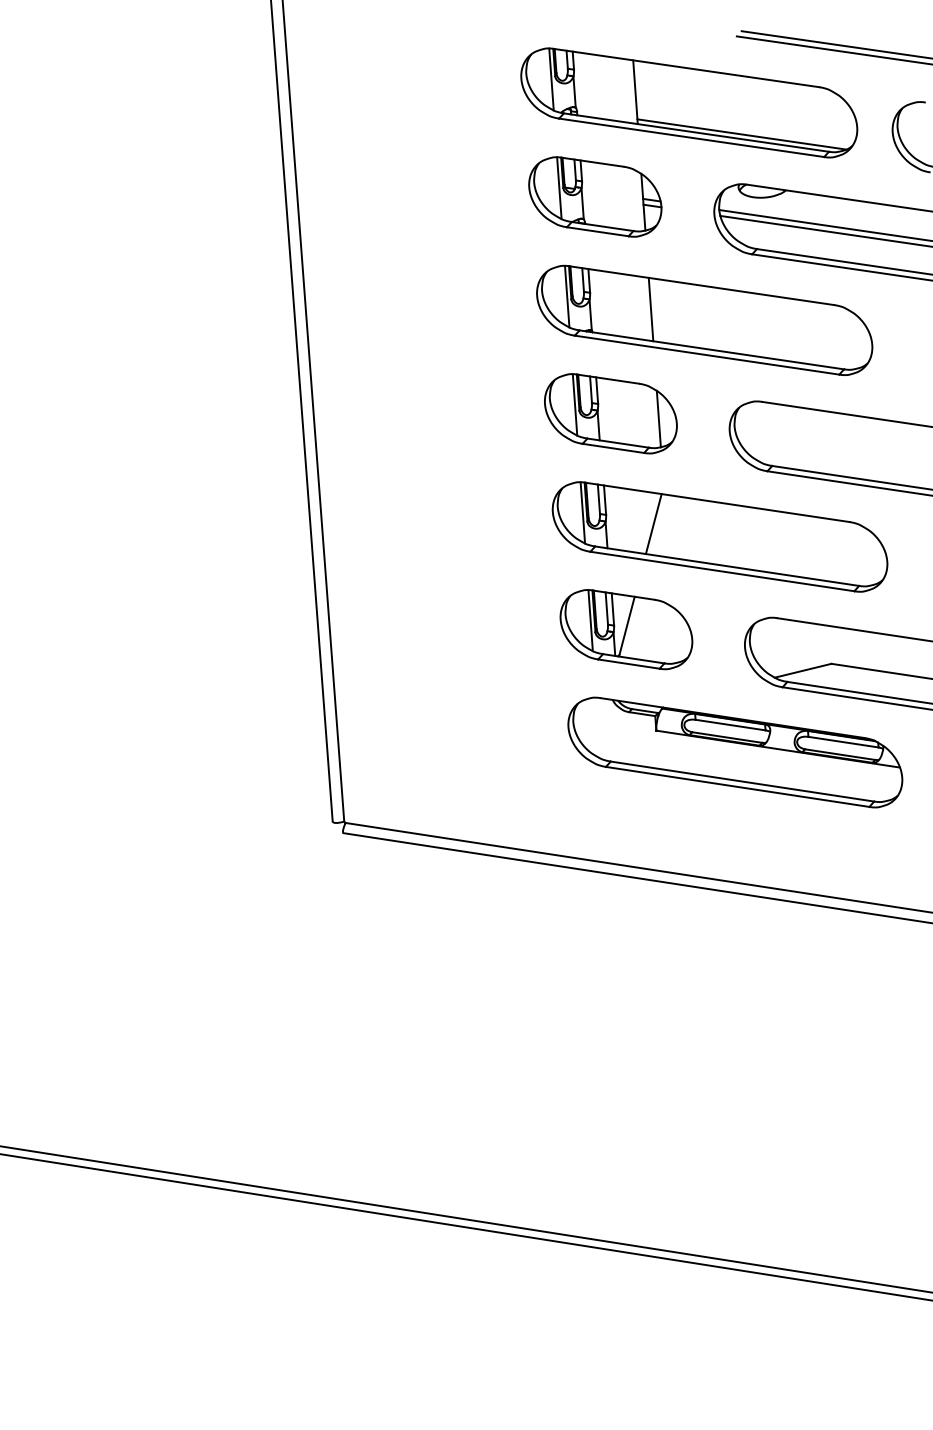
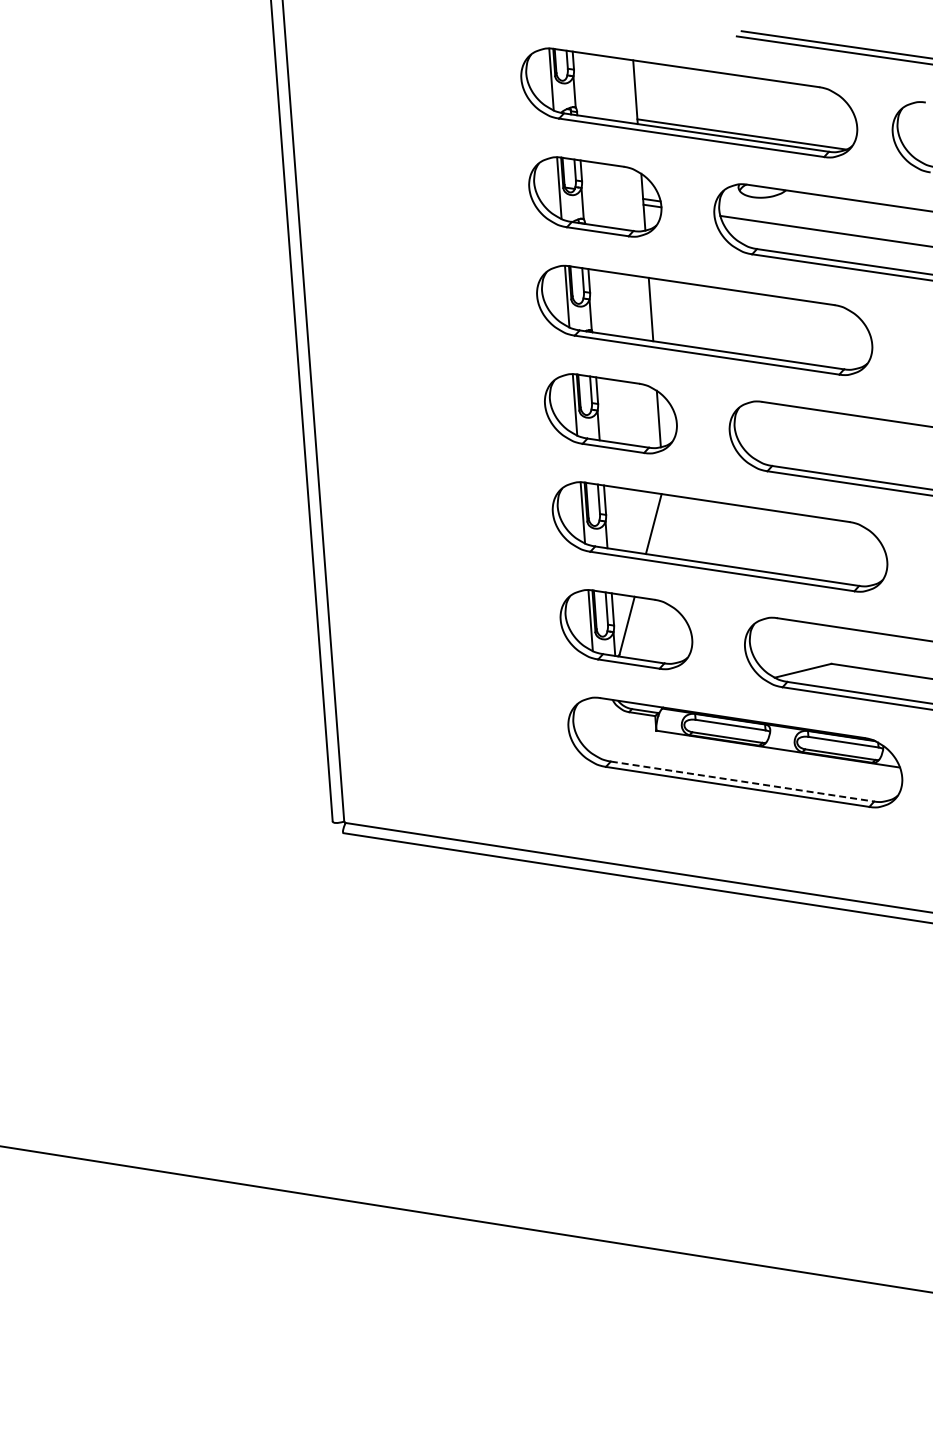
line at (824, 225): present -> none
line at (743, 781): solid -> dashed
line at (465, 1227): present -> none
